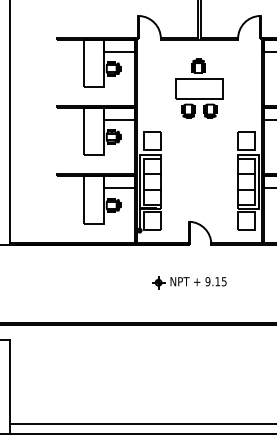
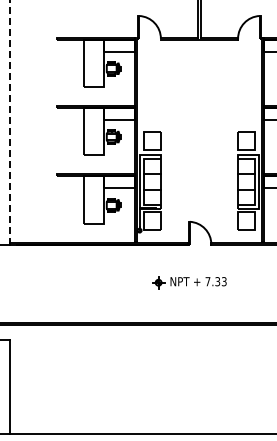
part at (199, 88): present -> none
line at (9, 122): solid -> dashed
text at (215, 281): 9.15 -> 7.33
line at (141, 423): present -> none
